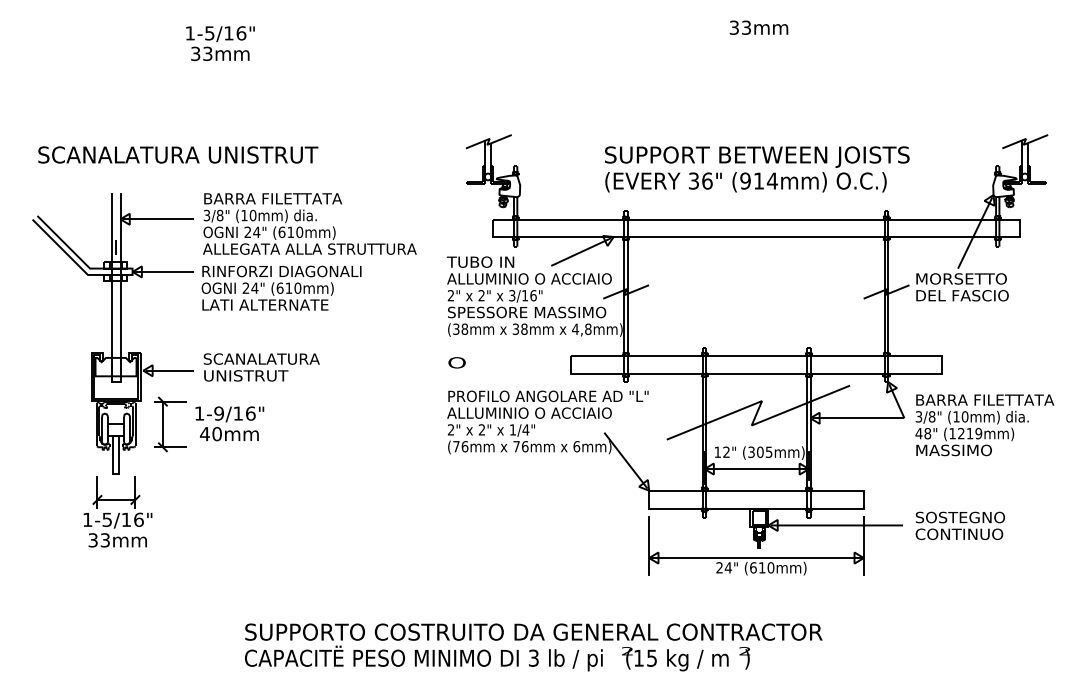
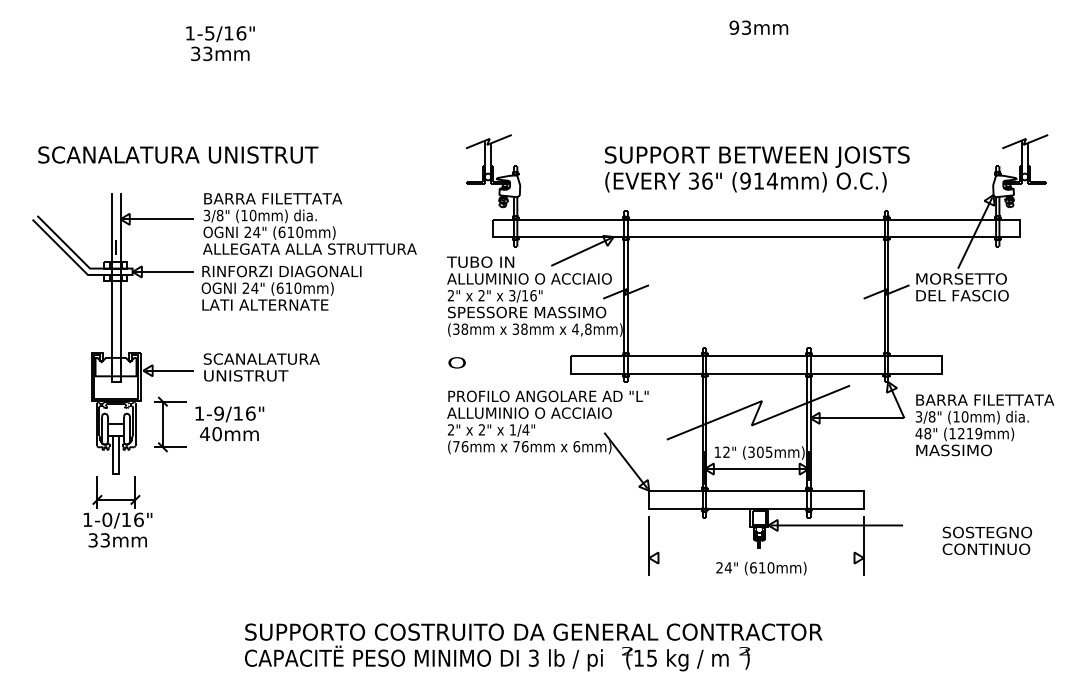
text at (734, 27): 33mm -> 93mm
text at (107, 519): 1-5/16" -> 1-0/16"
text at (960, 525) position: (960, 525) -> (987, 540)
line at (756, 558): present -> none
